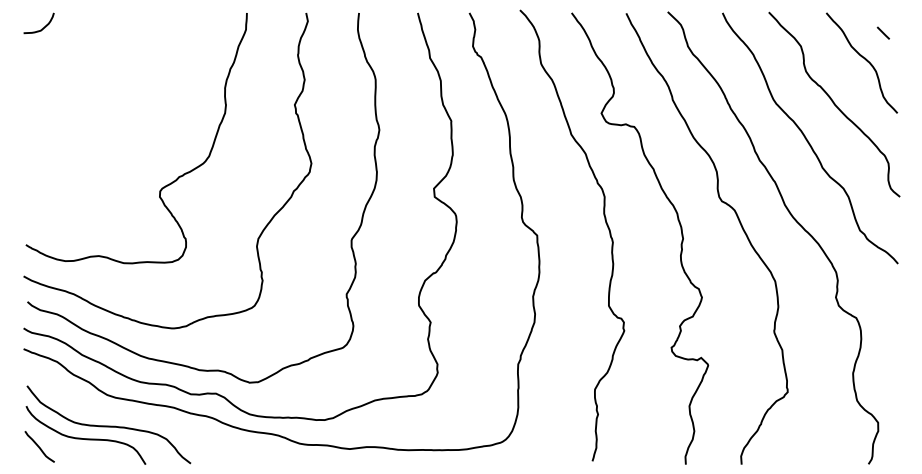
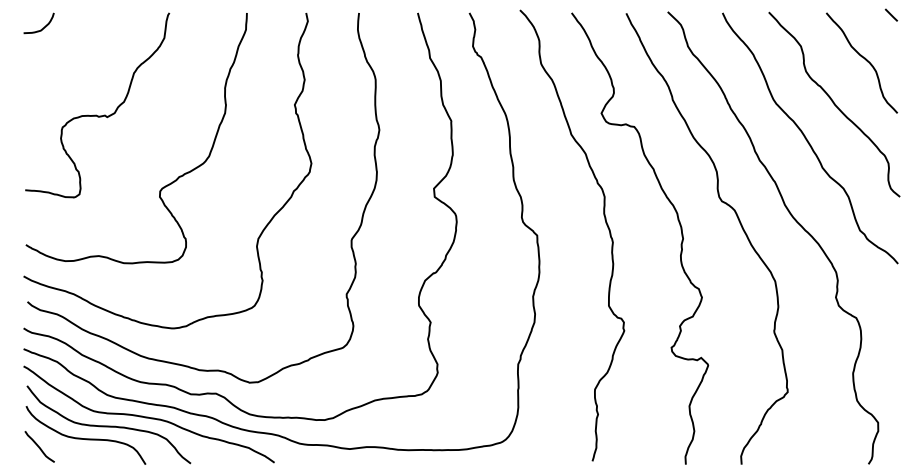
line at (882, 32) position: (882, 32) -> (890, 14)
curve at (96, 114): none -> present
curve at (148, 416): none -> present
